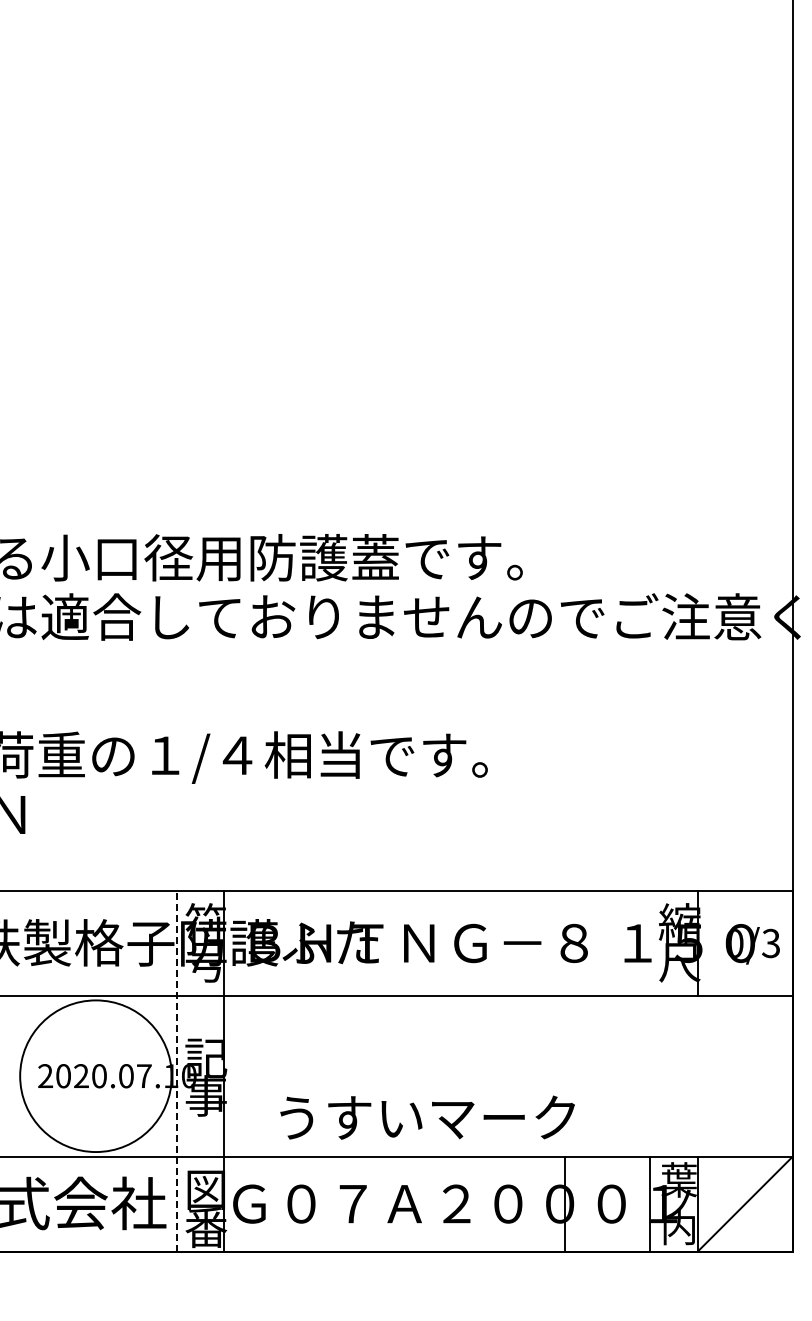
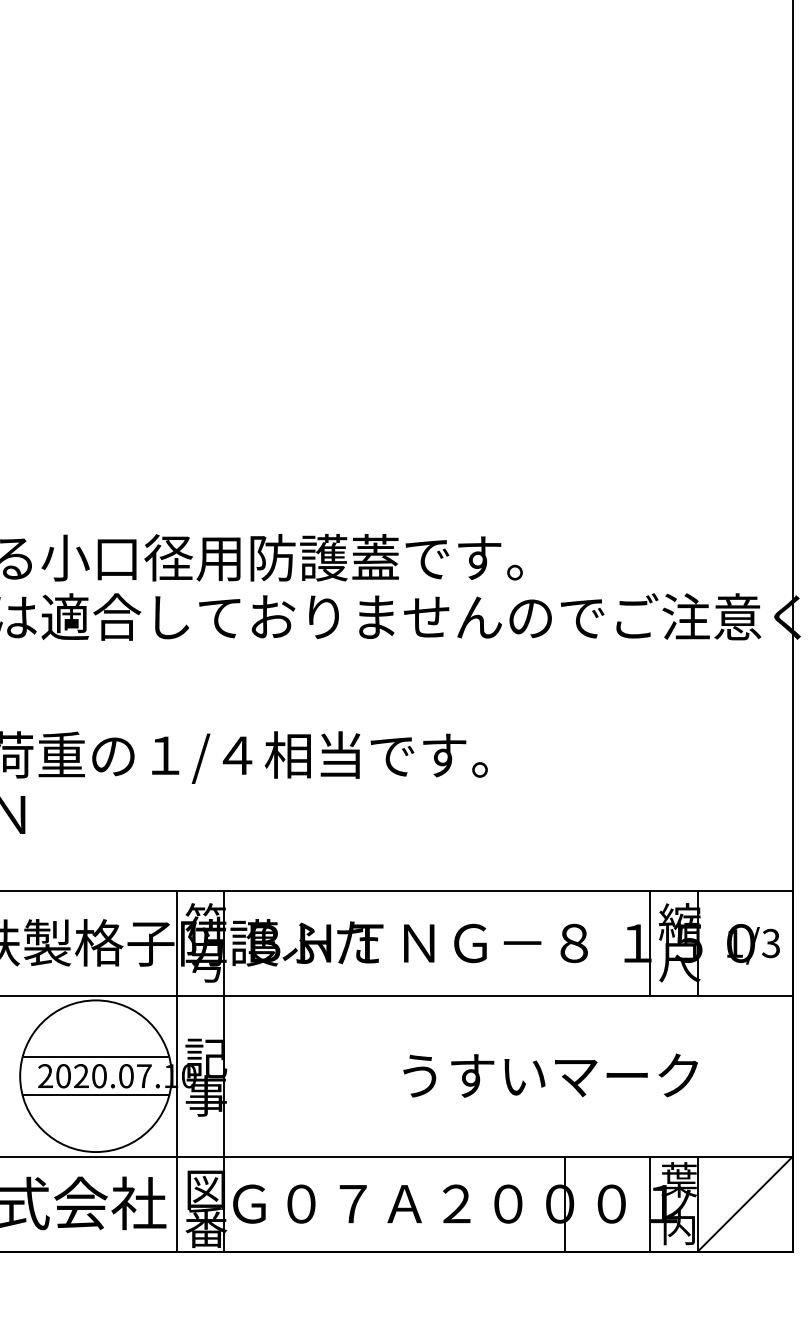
line at (650, 943): none -> present
text at (734, 943): 0/3 -> 1/3
line at (95, 1057): none -> present
line at (176, 1070): dashed -> solid
line at (95, 1095): none -> present
text at (427, 1117) position: (427, 1117) -> (550, 1075)
